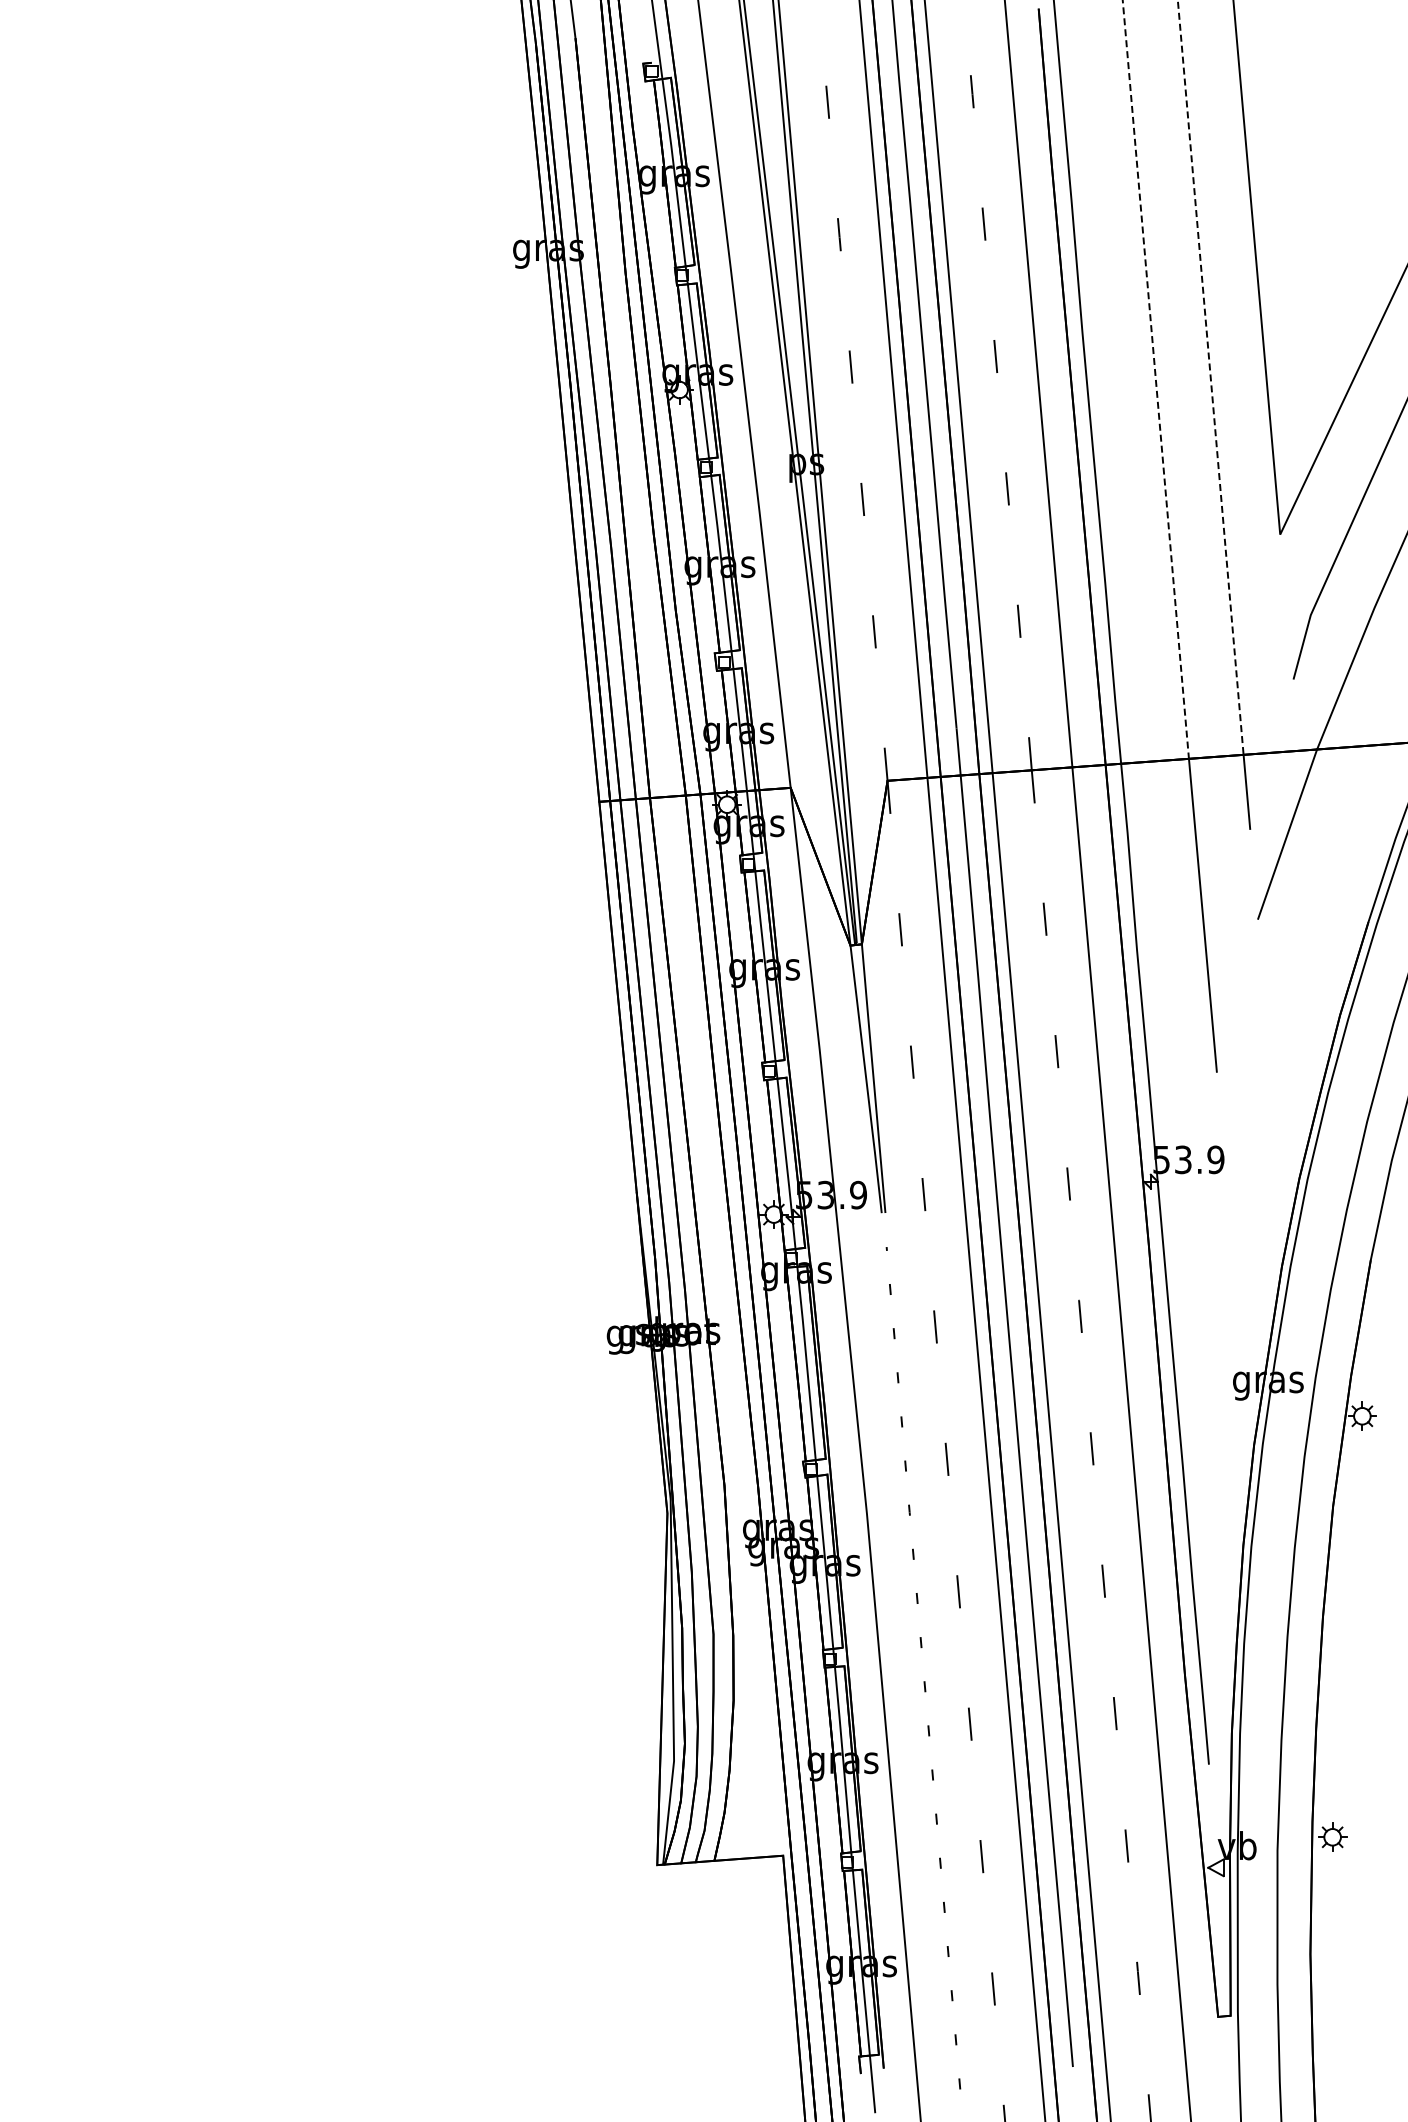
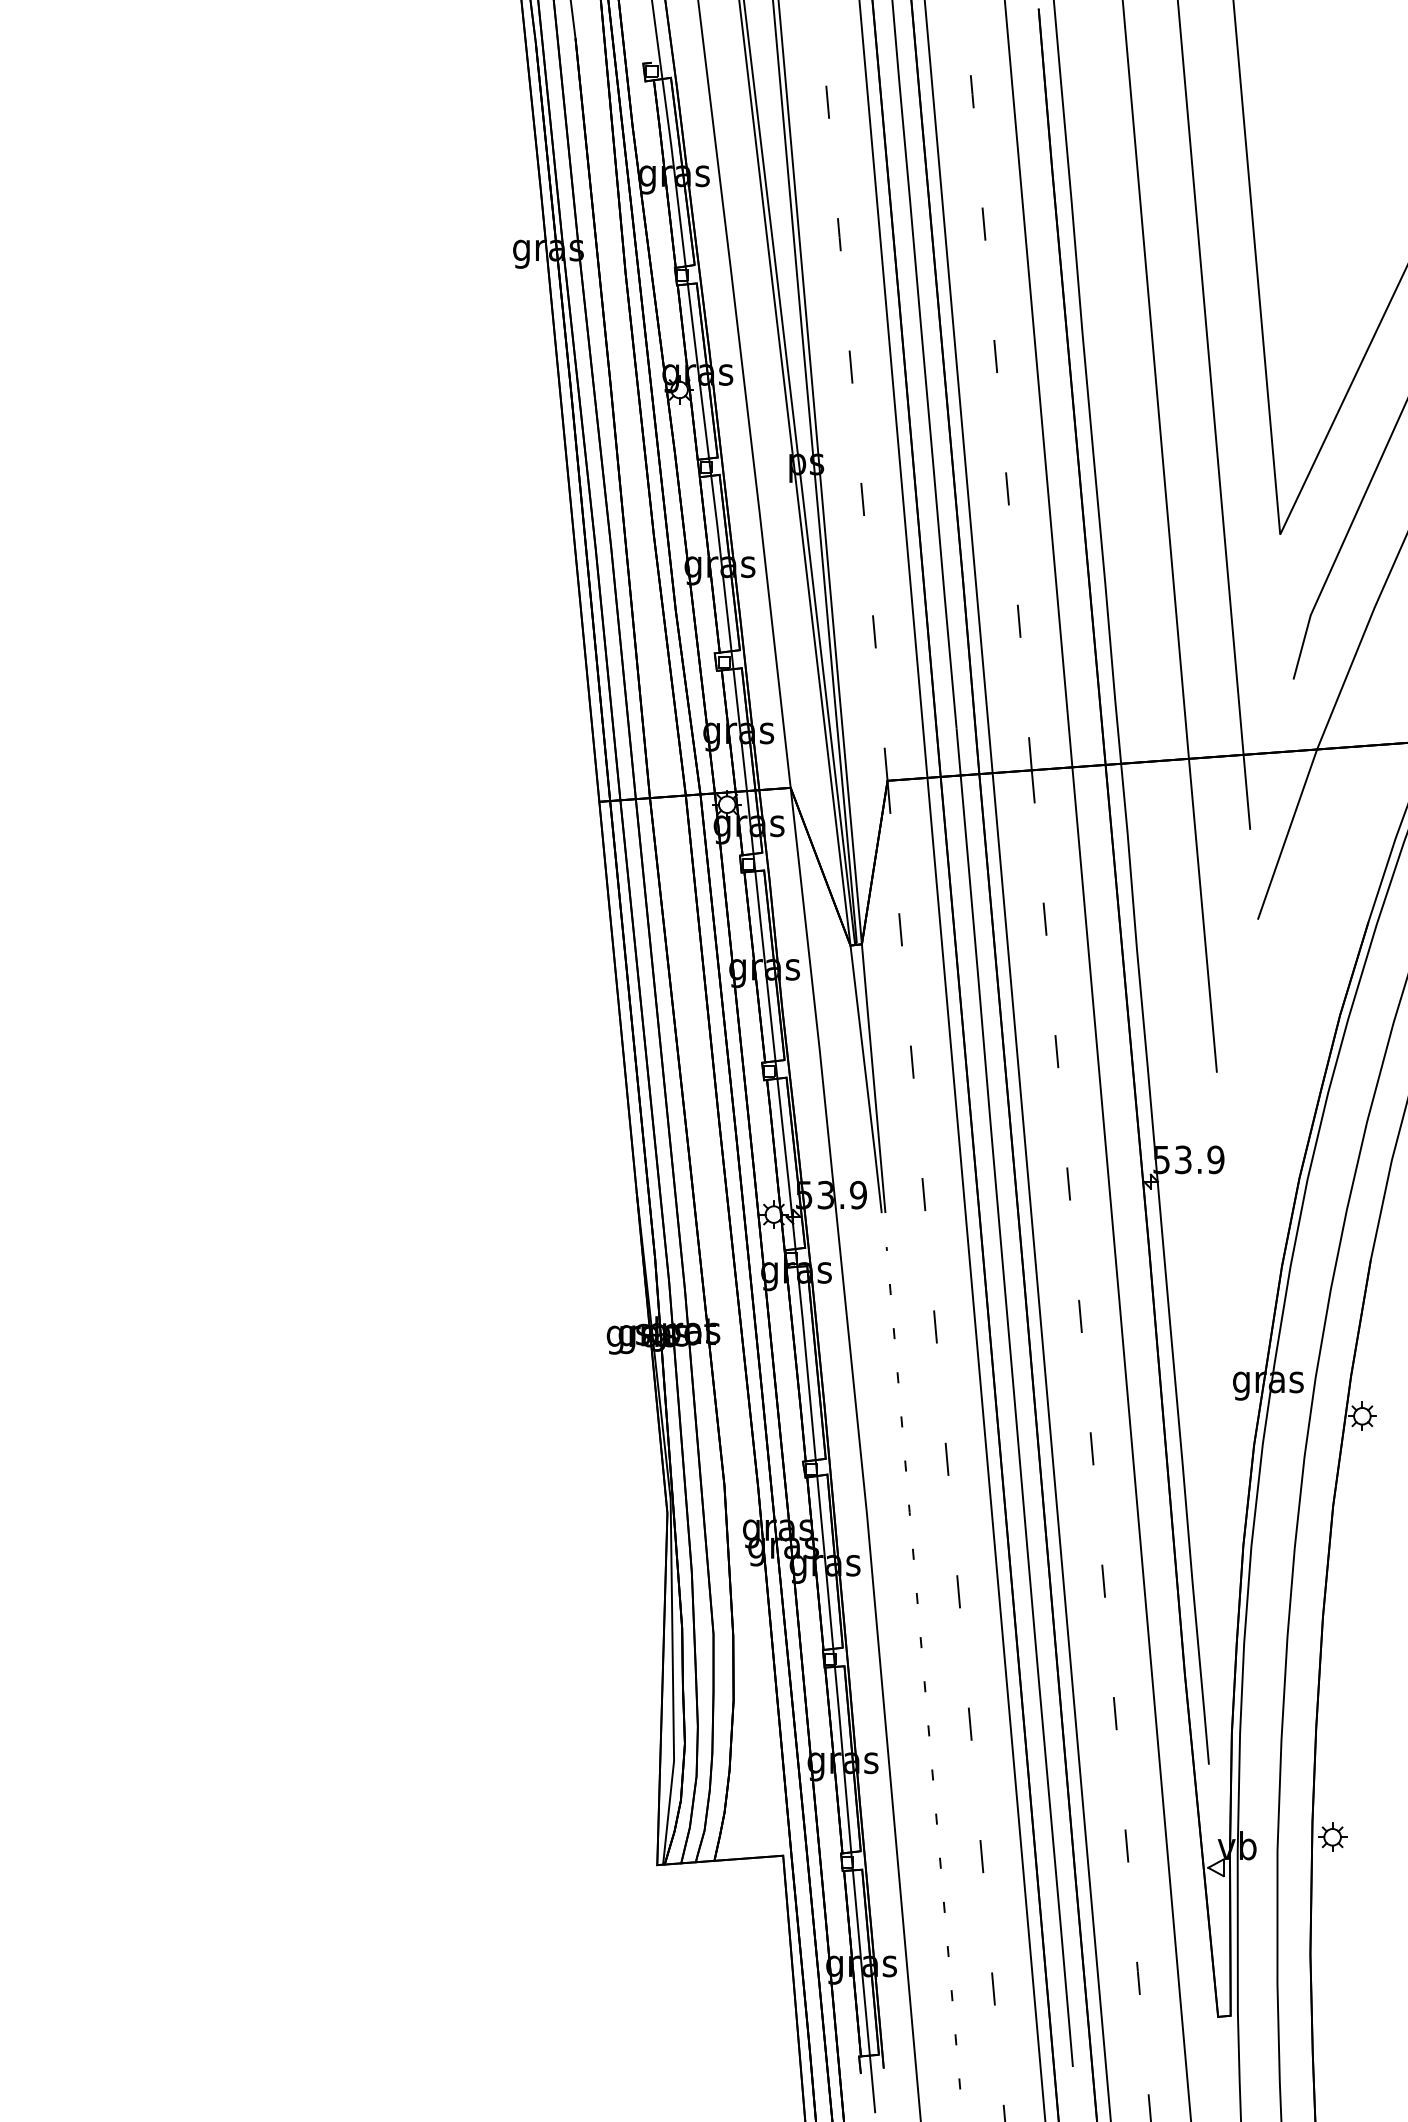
line at (1210, 378): dashed -> solid
line at (1155, 379): dashed -> solid
